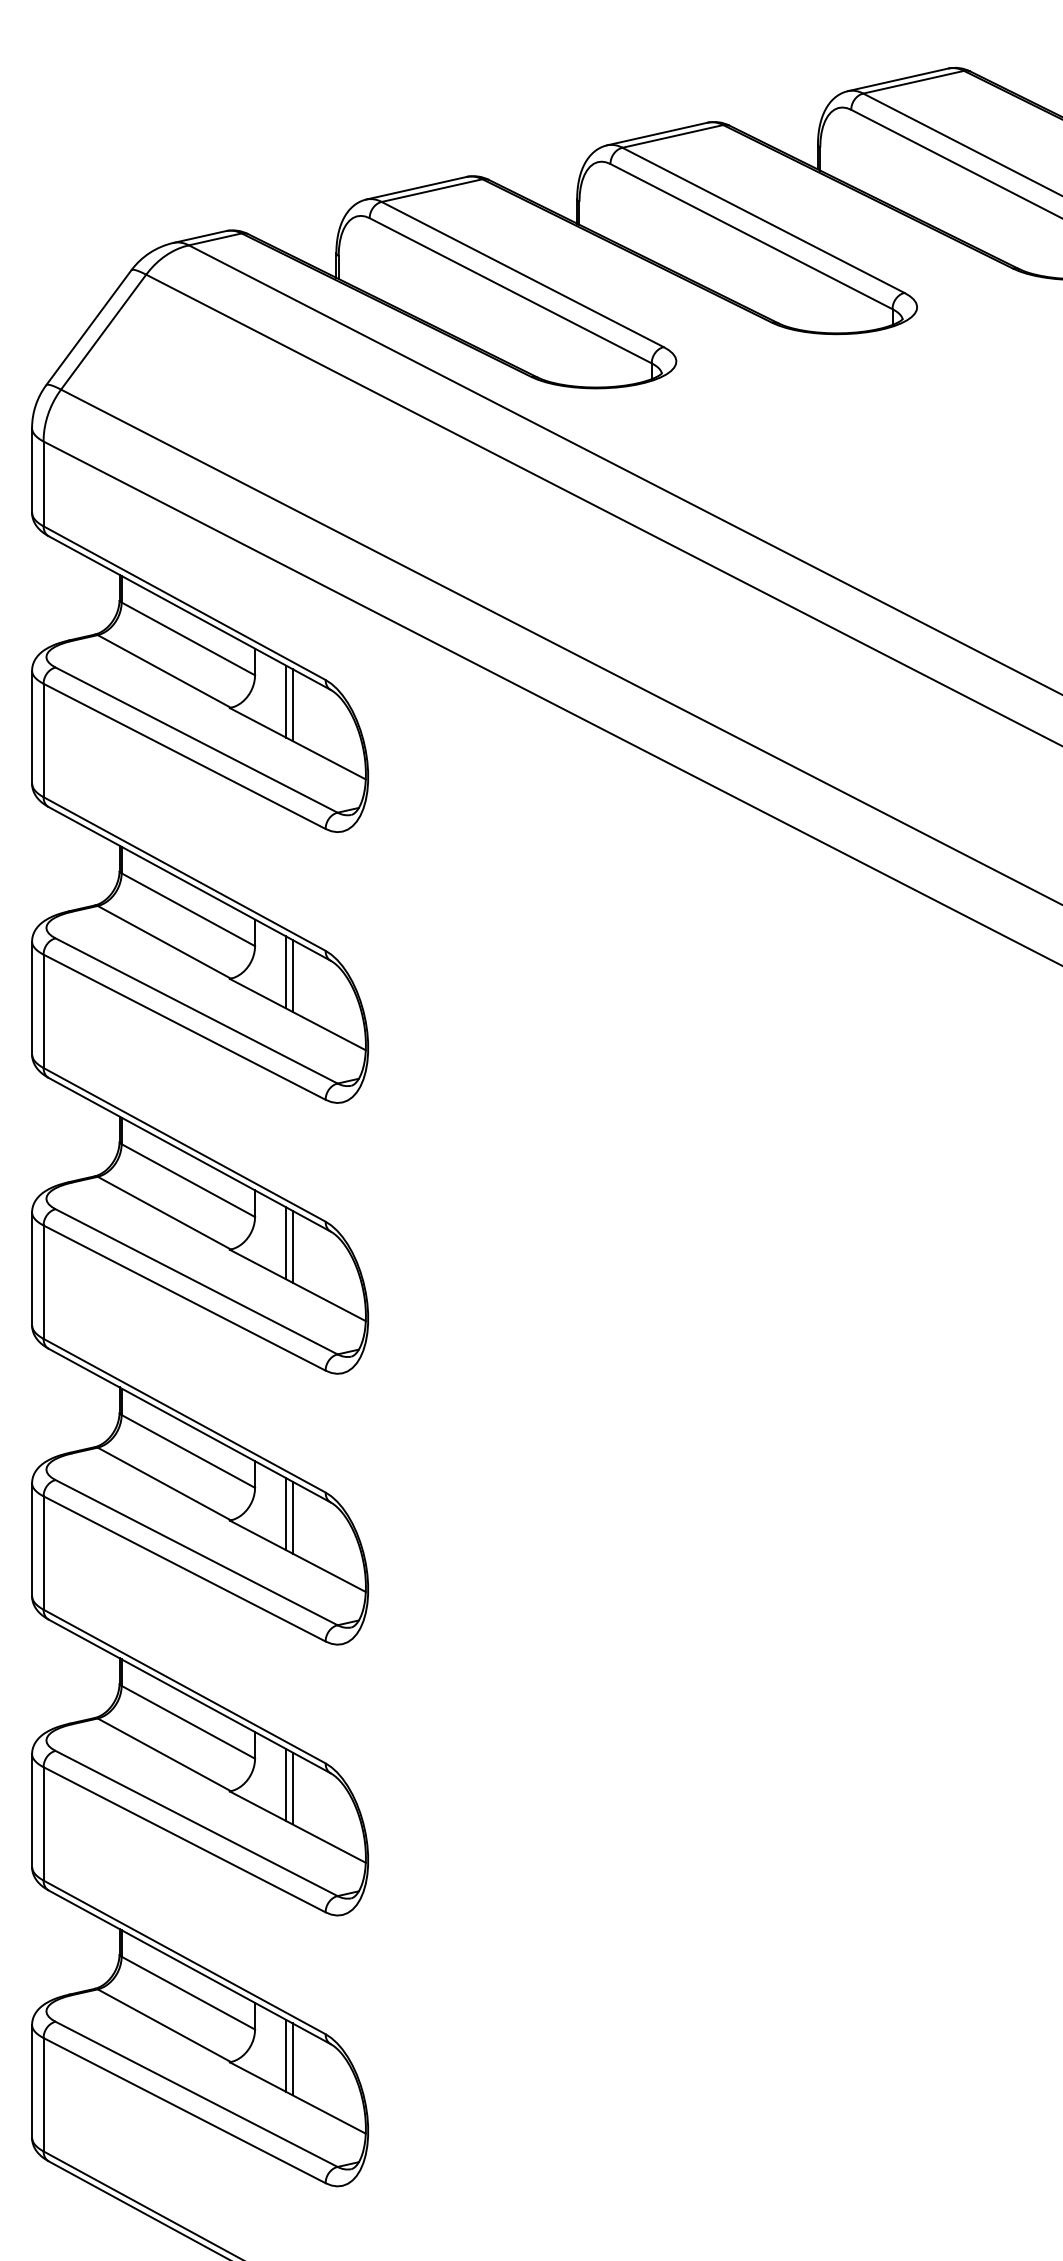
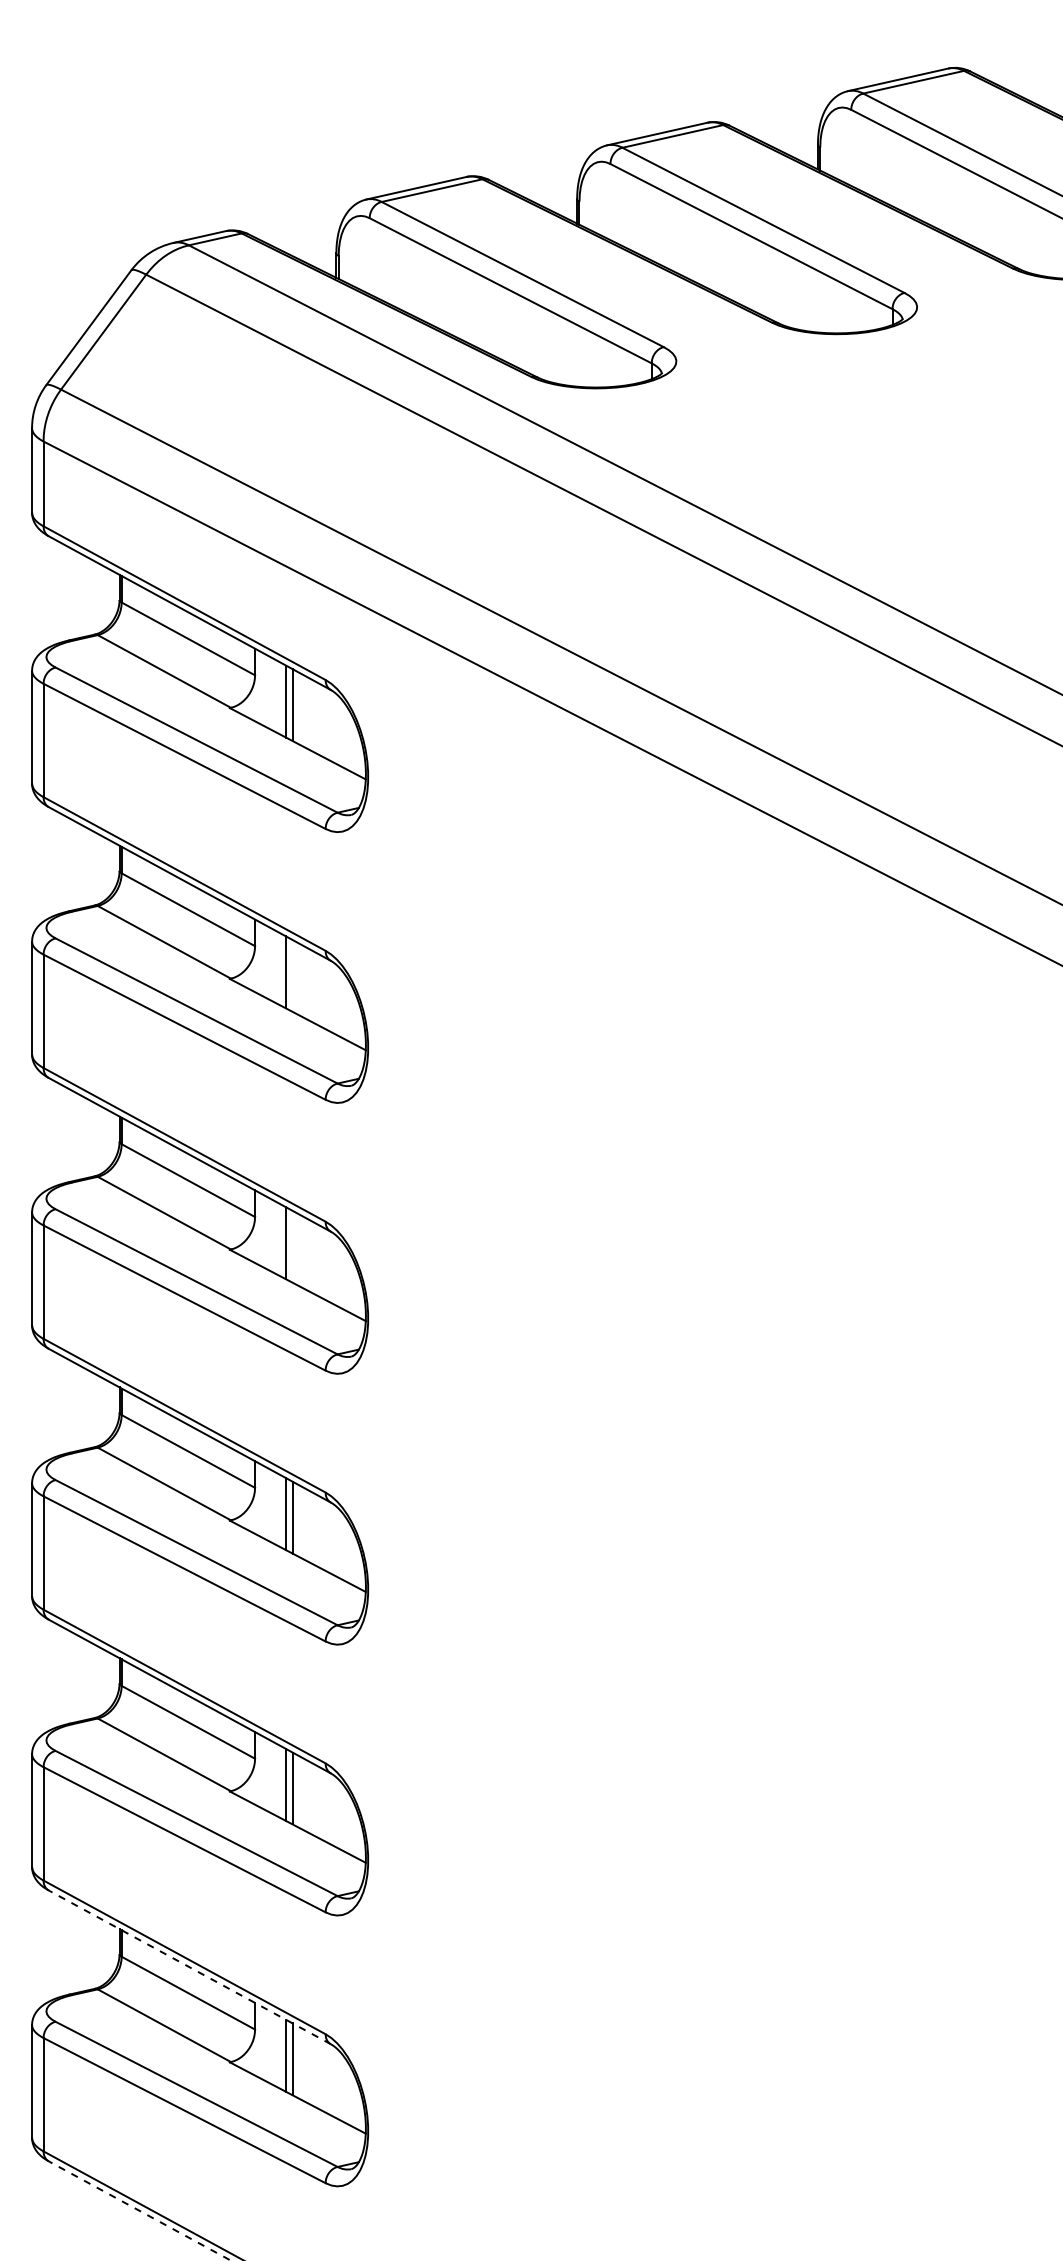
line at (292, 975): present -> none
line at (292, 1246): present -> none
line at (189, 1967): solid -> dashed
line at (139, 2211): solid -> dashed
